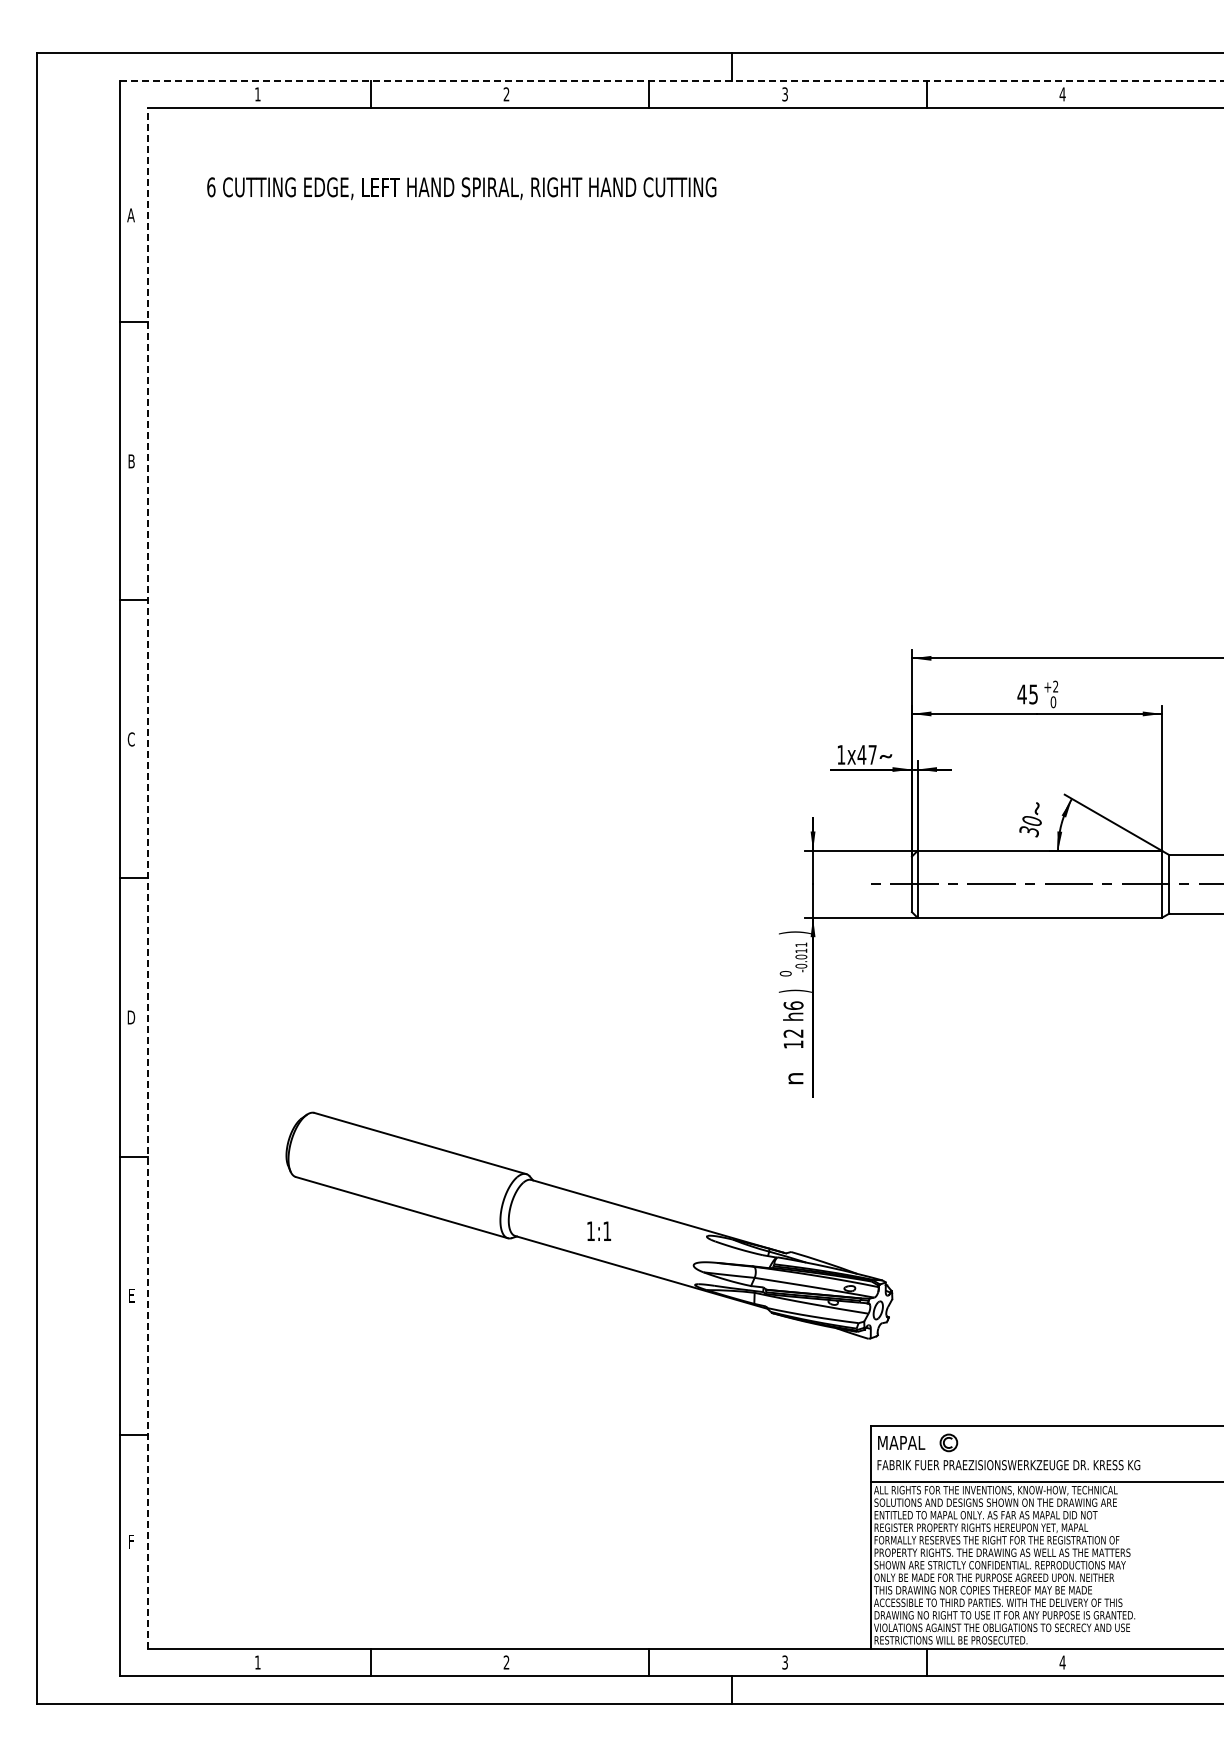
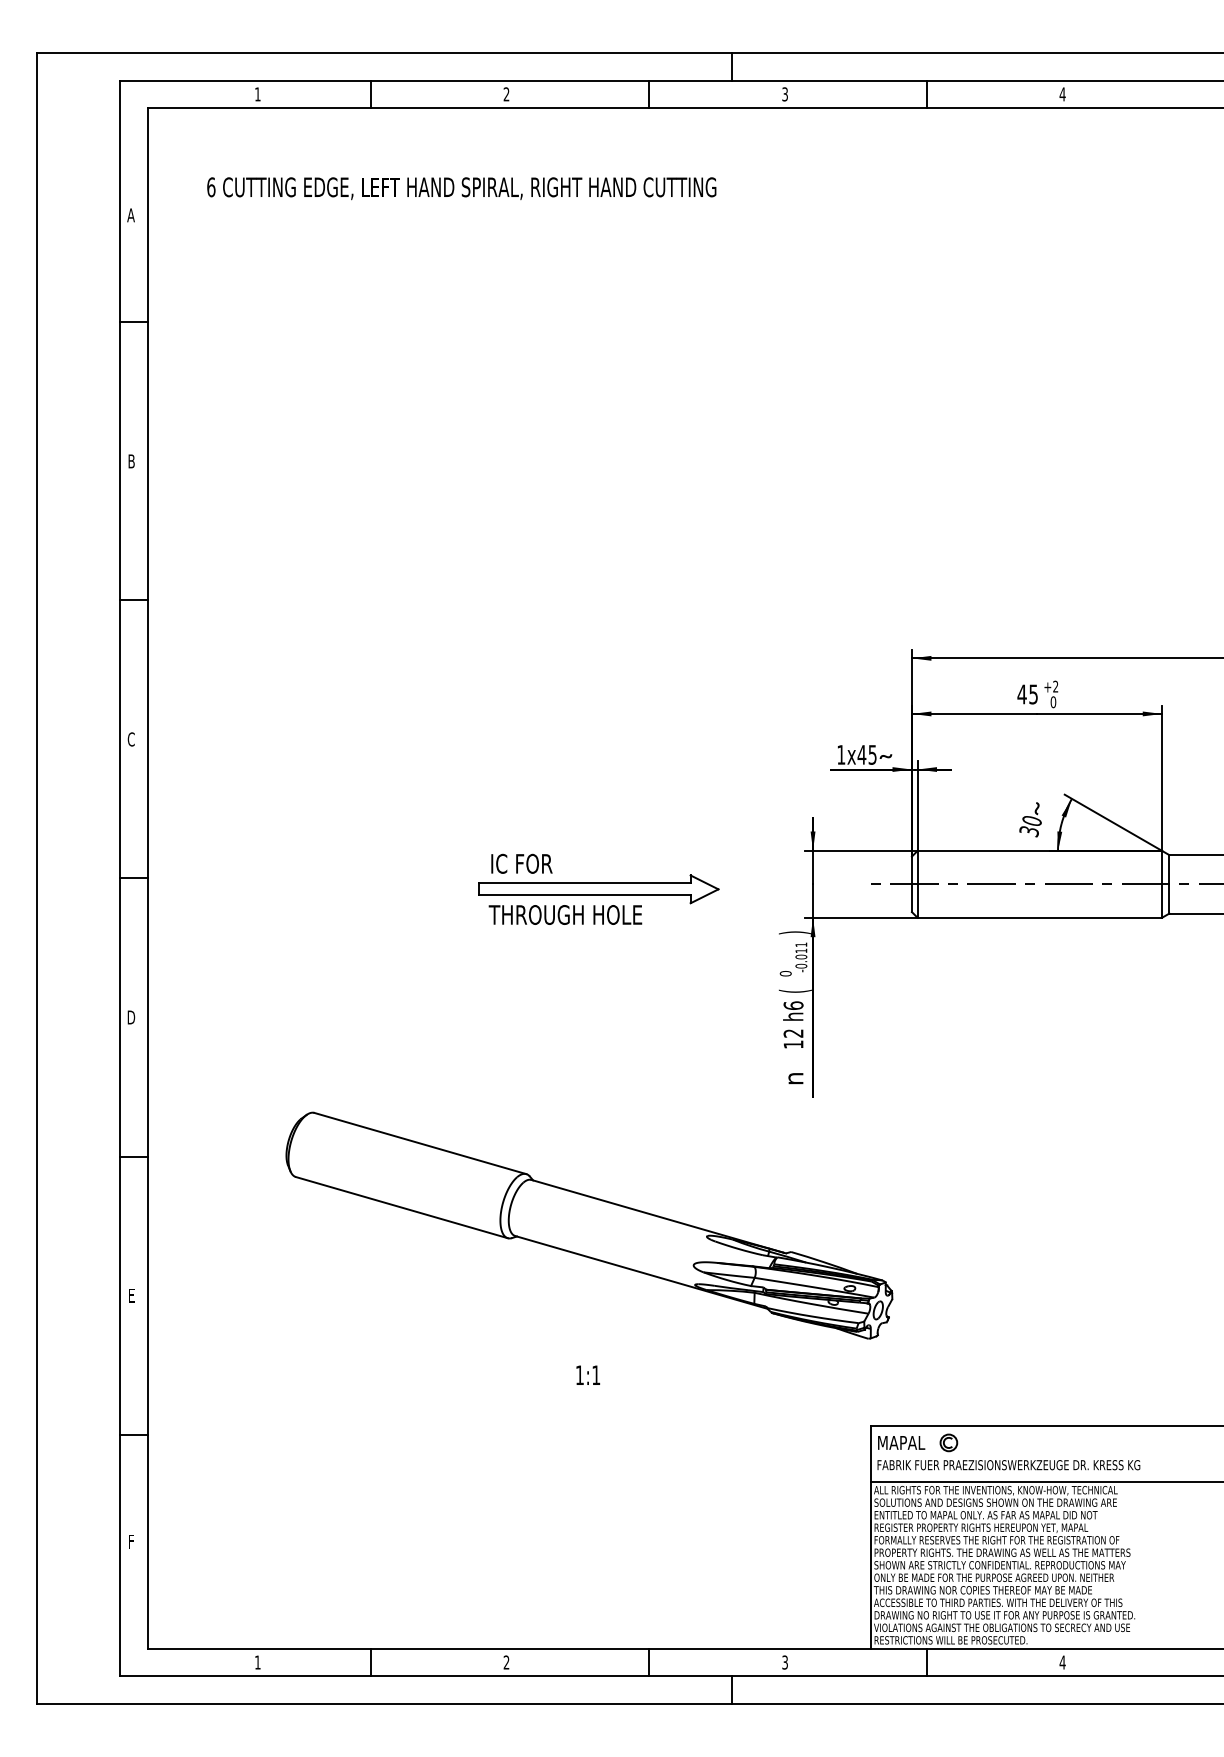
line at (672, 80): dashed -> solid
text at (872, 754): 1x47 -> 1x45
line at (148, 878): dashed -> solid
part at (598, 888): none -> present
text at (794, 990): ) -> (
text at (599, 1230) position: (599, 1230) -> (588, 1374)
